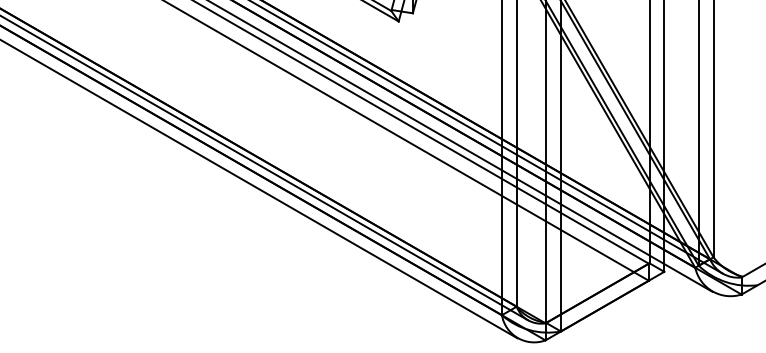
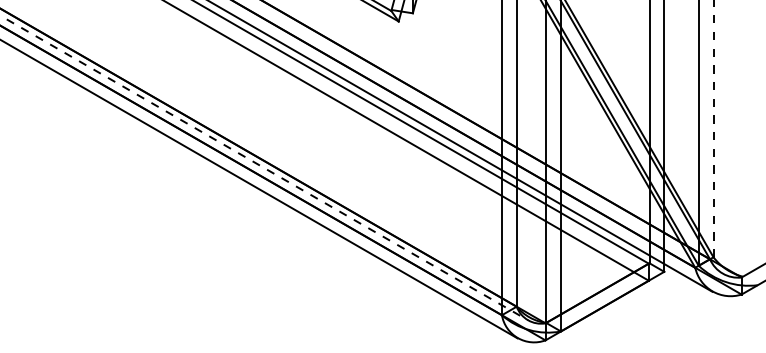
line at (713, 129): solid -> dashed
line at (487, 137): present -> none
line at (264, 167): solid -> dashed
